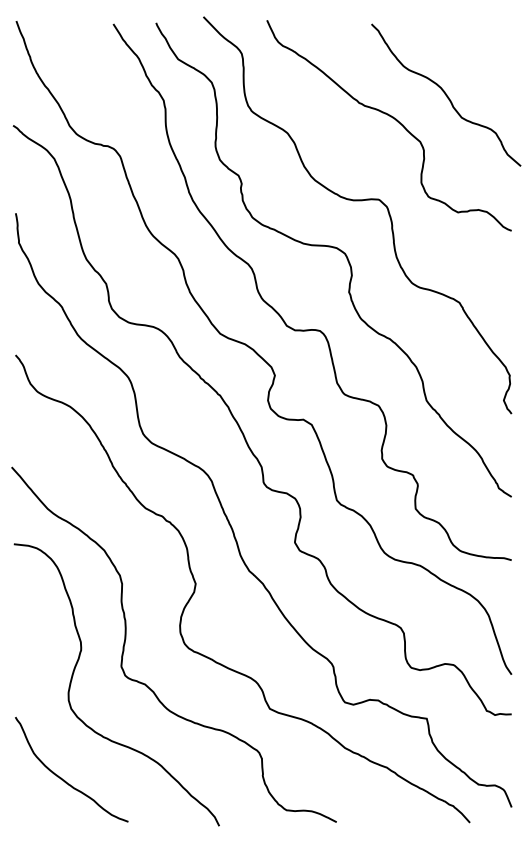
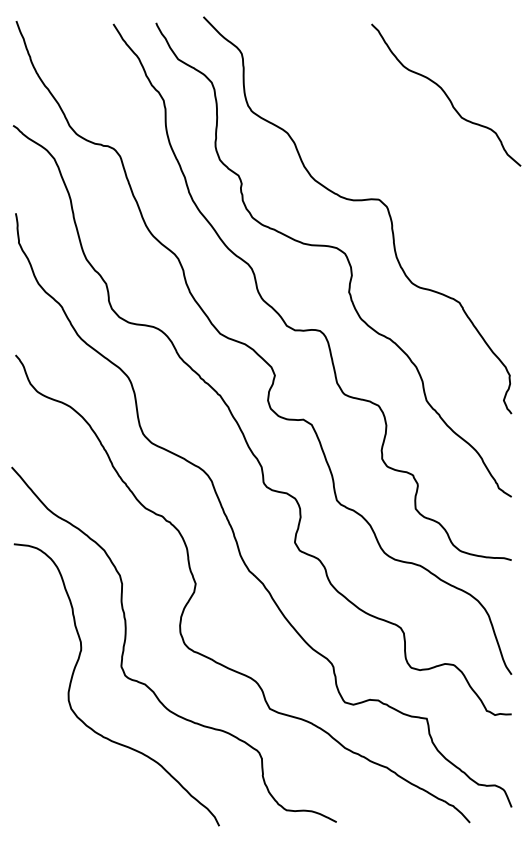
curve at (392, 118): present -> none
curve at (65, 780): present -> none
